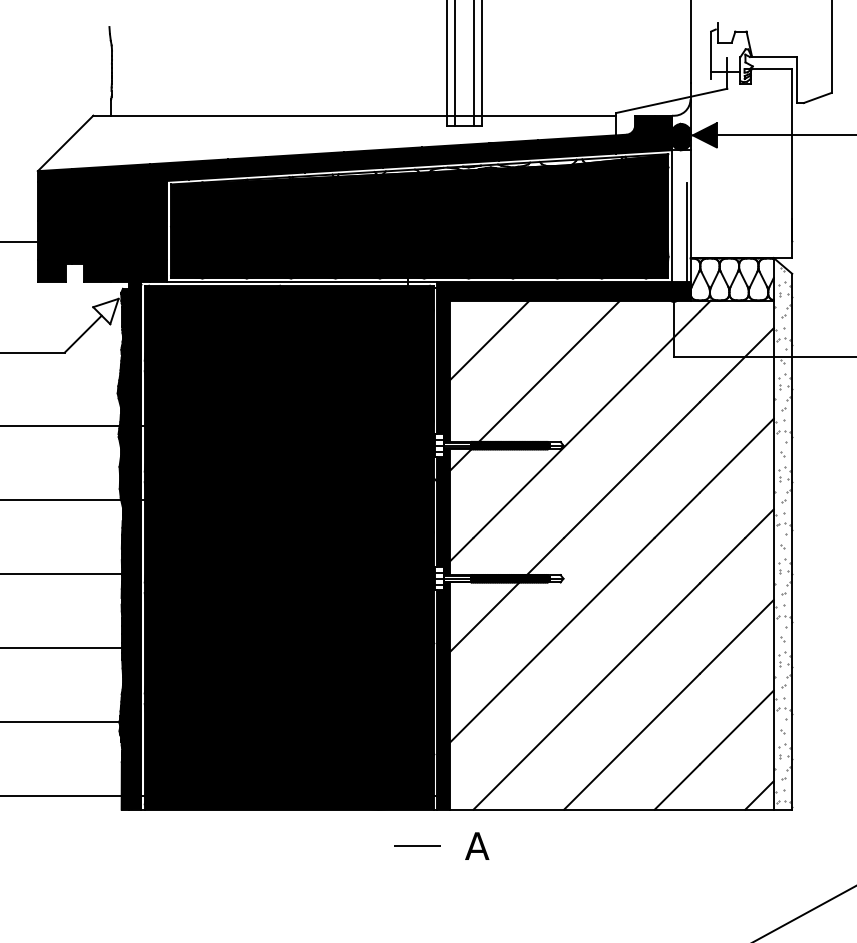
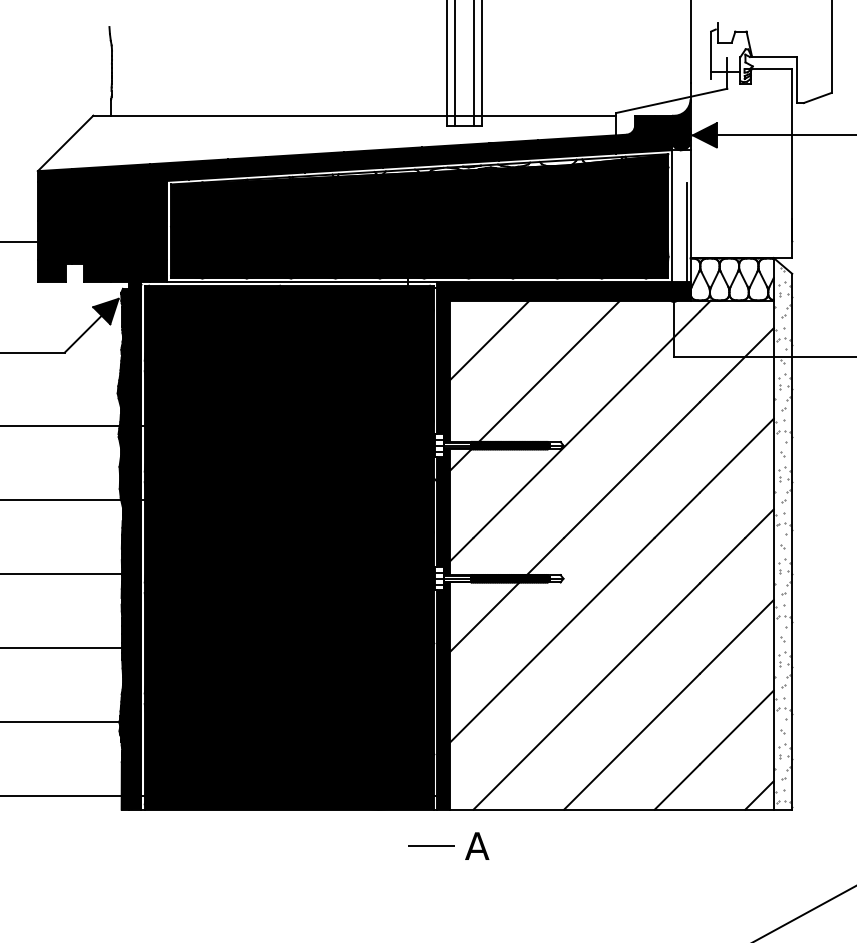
fill at (681, 116): none -> present
fill at (105, 311): none -> present
line at (417, 845) position: (417, 845) -> (431, 845)
